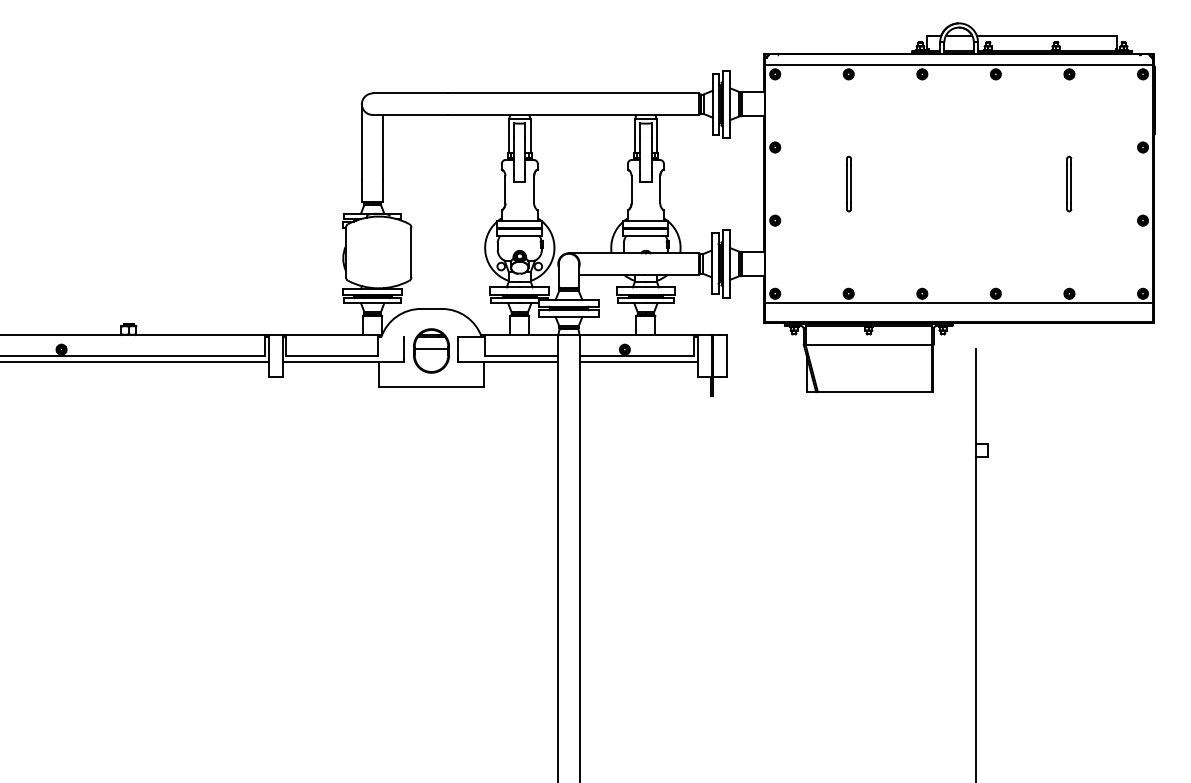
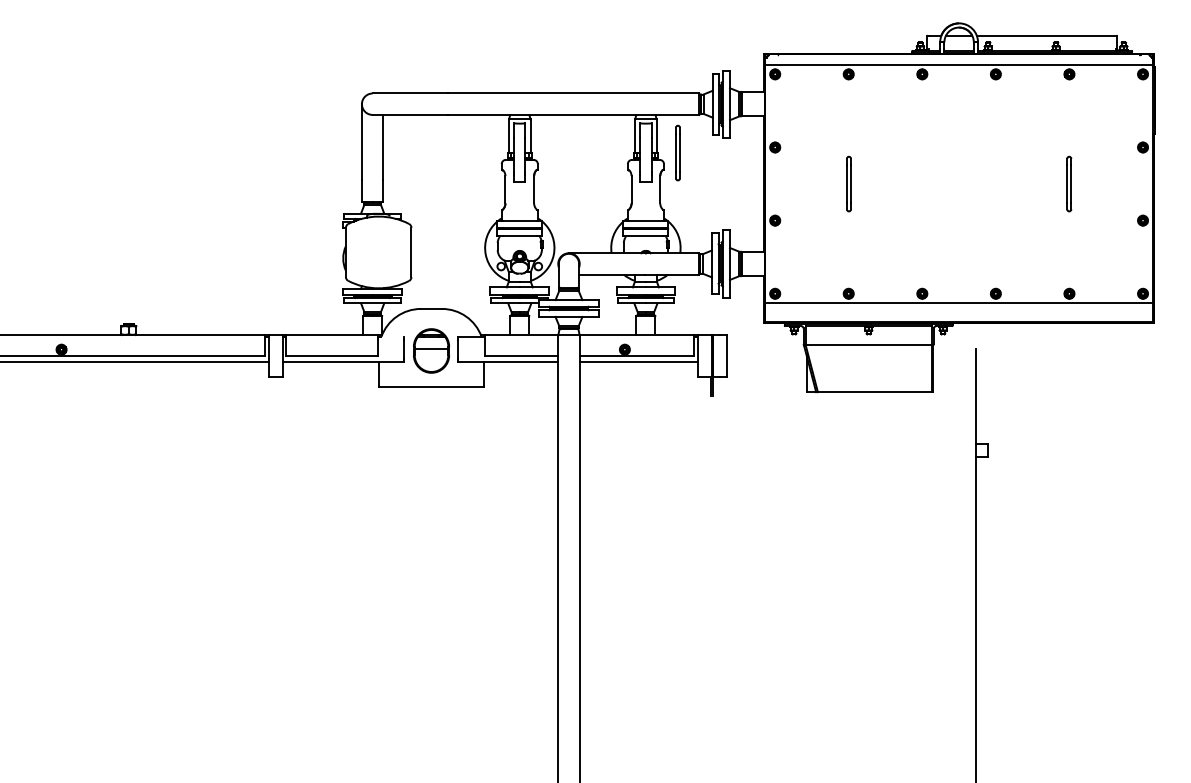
part at (677, 152): none -> present
